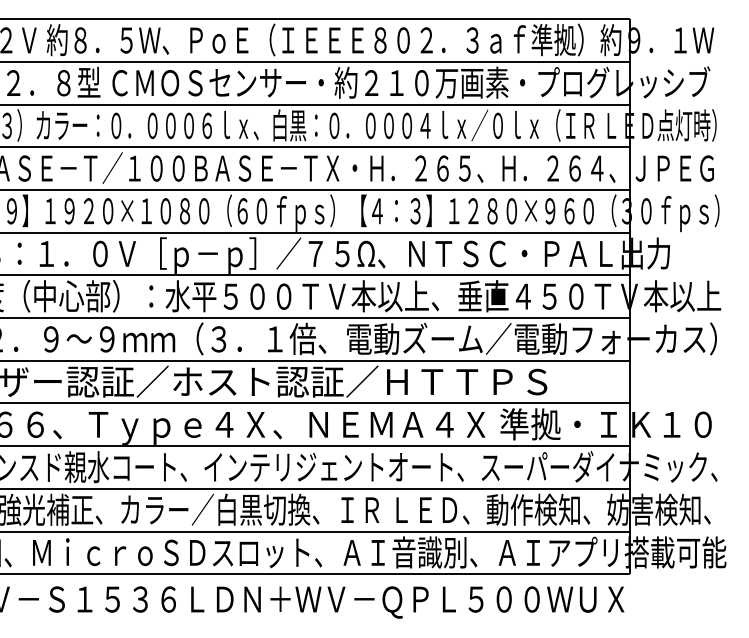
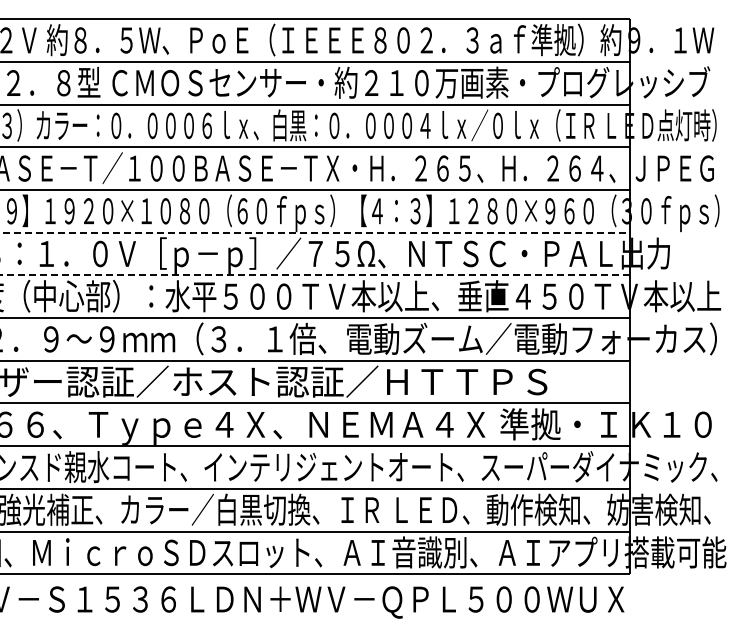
line at (315, 232): solid -> dashed
line at (315, 275): solid -> dashed
